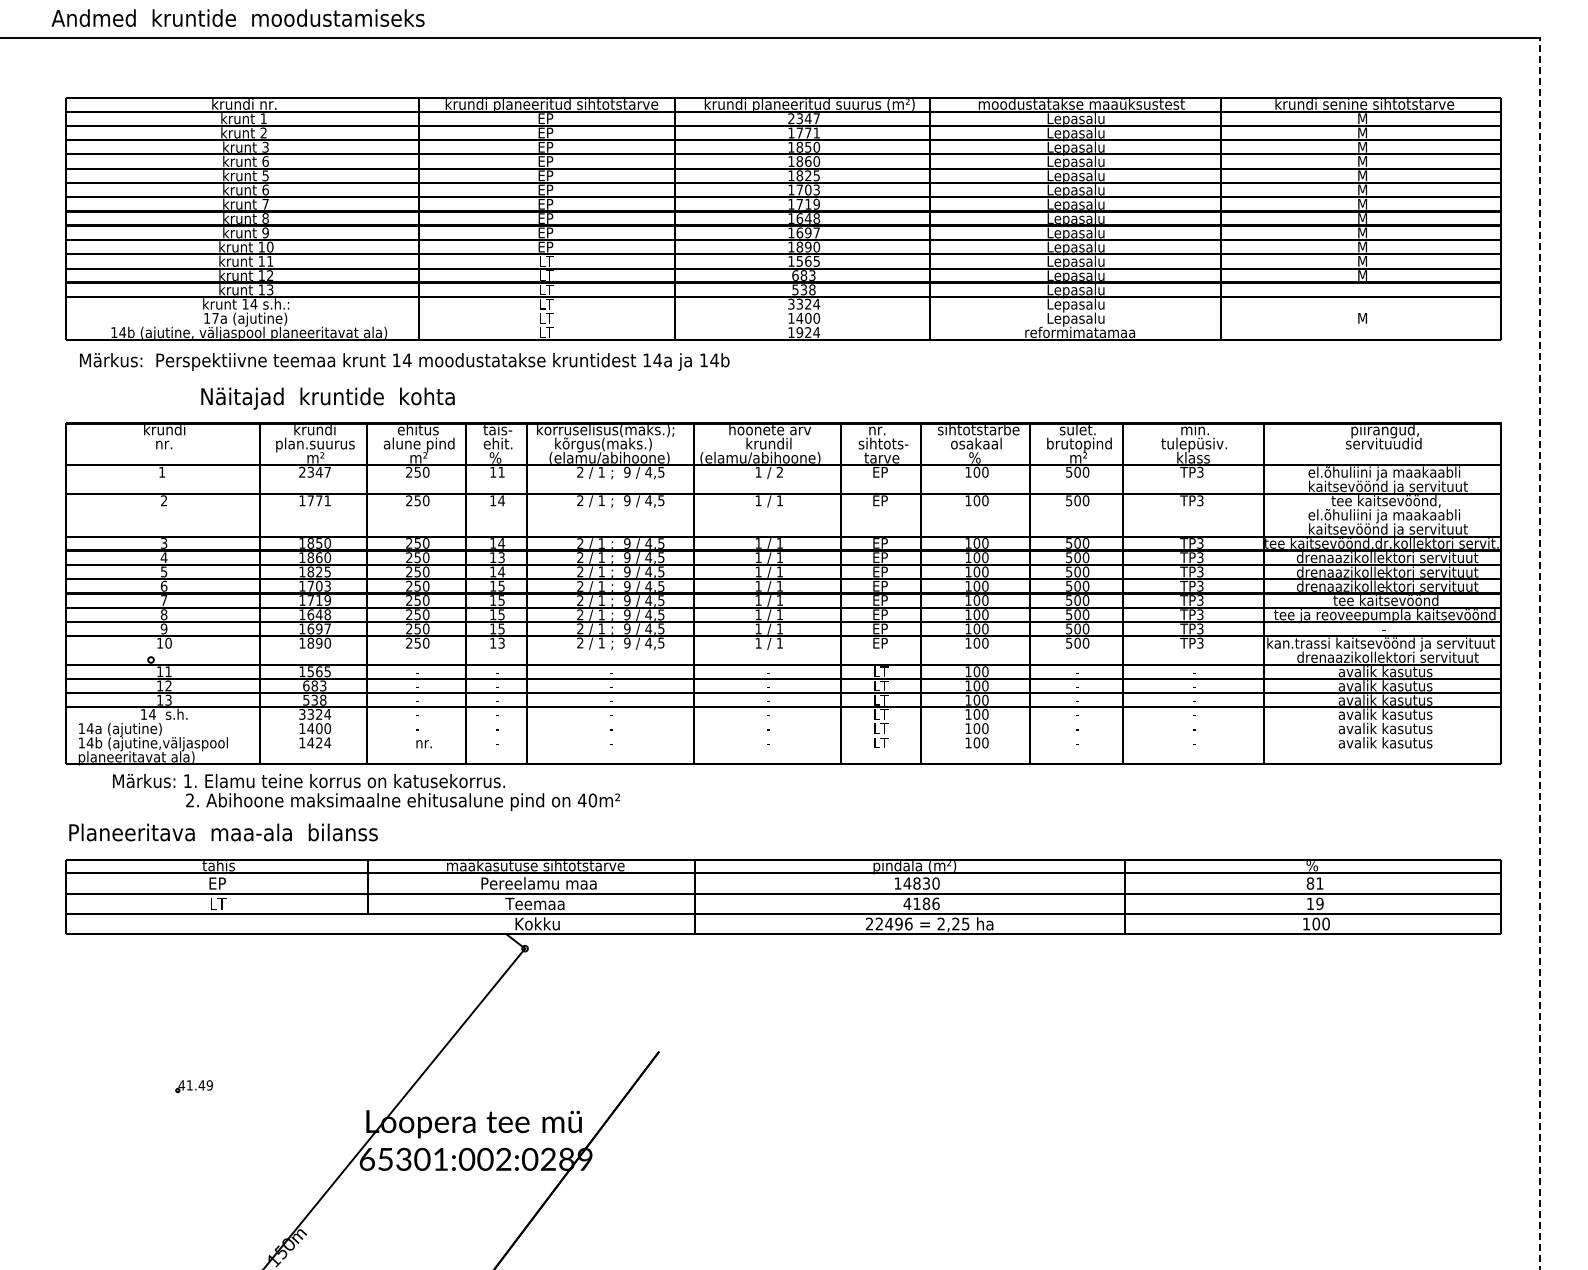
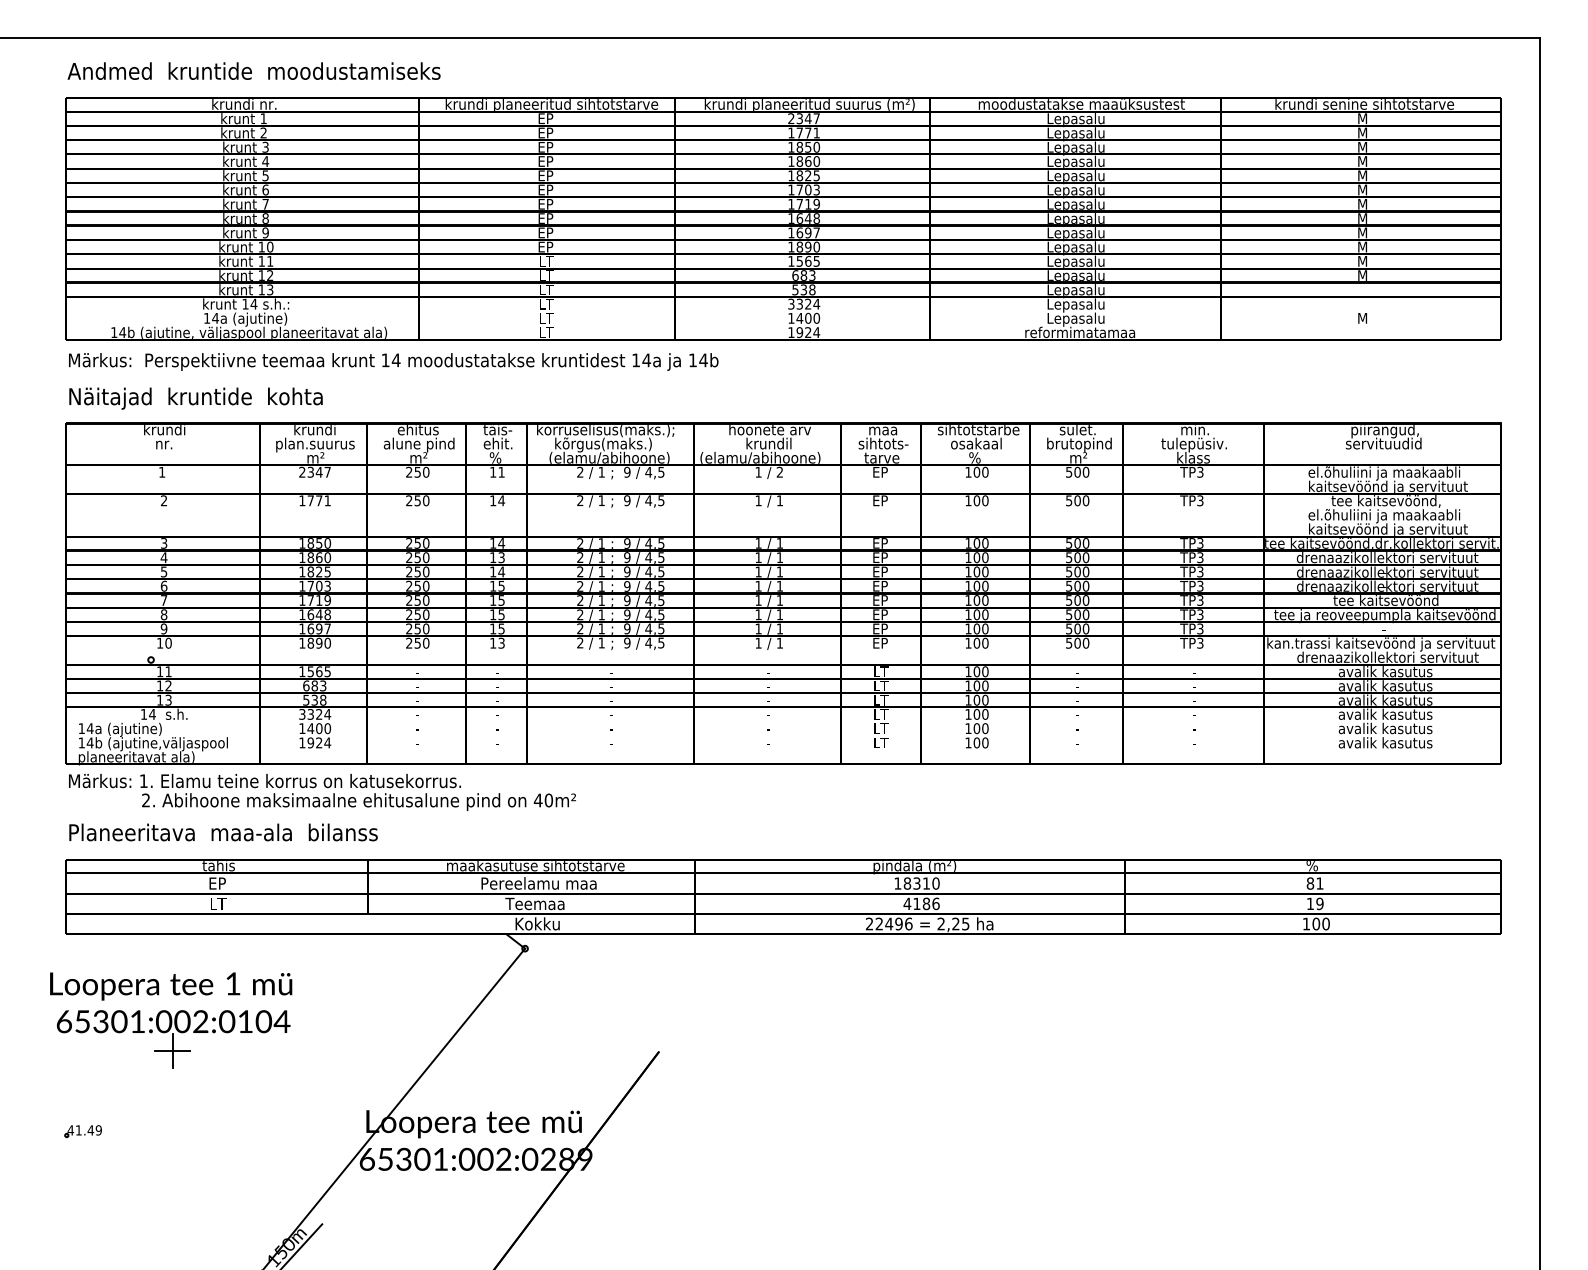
text at (237, 17) position: (237, 17) -> (253, 70)
text at (265, 161): 6 -> 4
text at (215, 318): 17a -> 14a
text at (404, 361) position: (404, 361) -> (393, 361)
text at (327, 398) position: (327, 398) -> (195, 398)
text at (885, 430): nr. -> maa
line at (1540, 653): dashed -> solid
text at (310, 742): 1424 -> 1924
text at (423, 744): nr. -> -
text at (366, 791) position: (366, 791) -> (322, 791)
text at (916, 883): 14830 -> 18310
part at (171, 1020): none -> present
part at (193, 1086) position: (193, 1086) -> (82, 1131)
line at (302, 1245): none -> present
